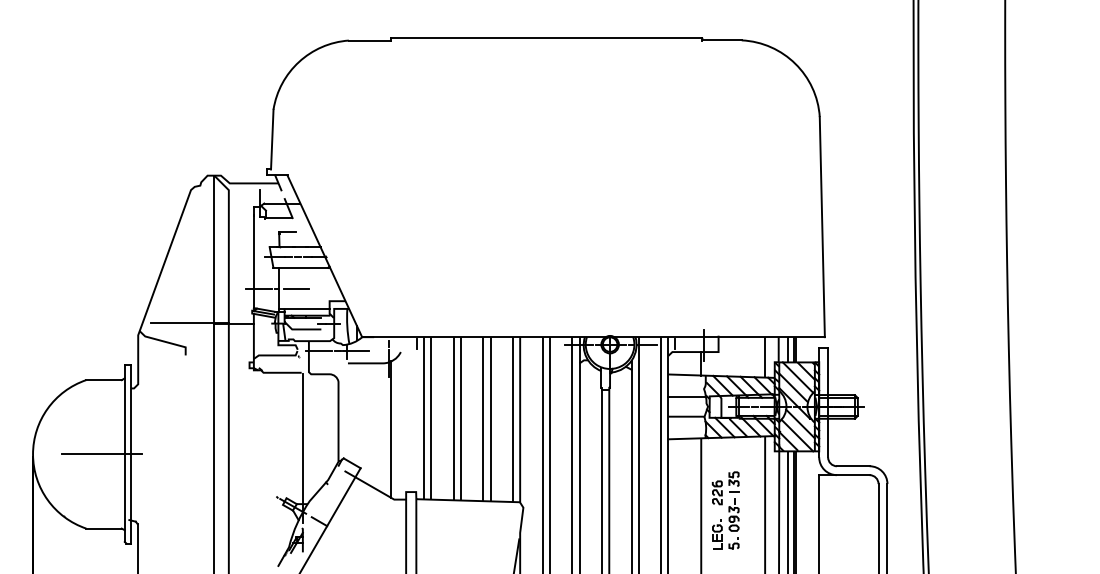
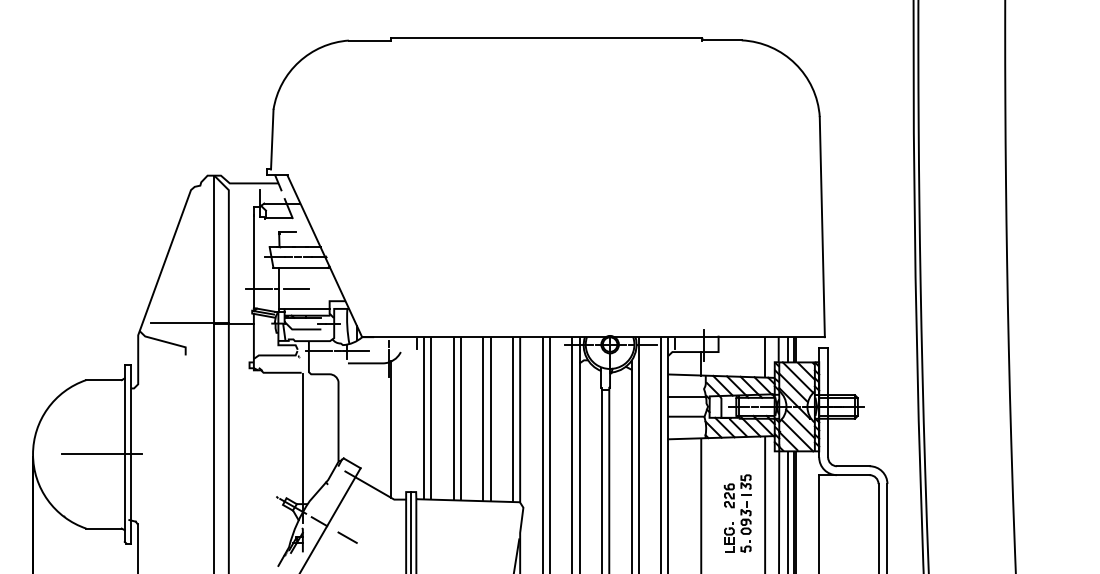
part at (725, 510) position: (725, 510) -> (737, 513)
line at (411, 530): none -> present
line at (347, 537): none -> present
